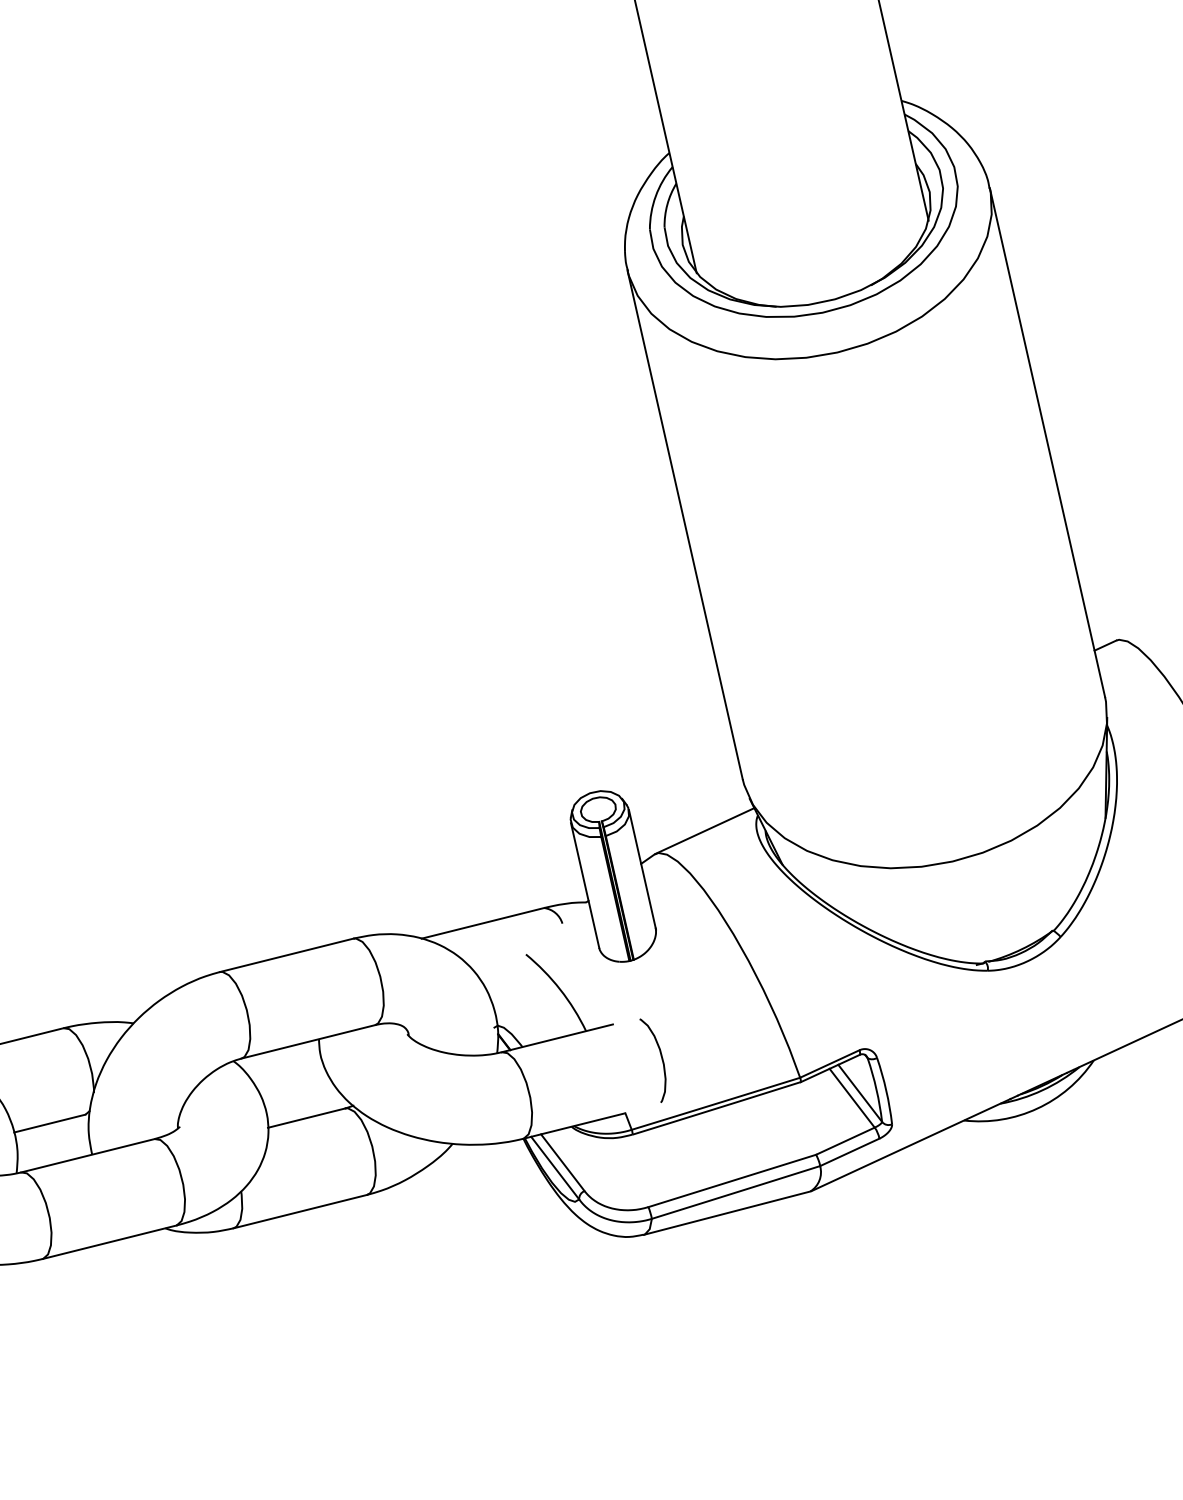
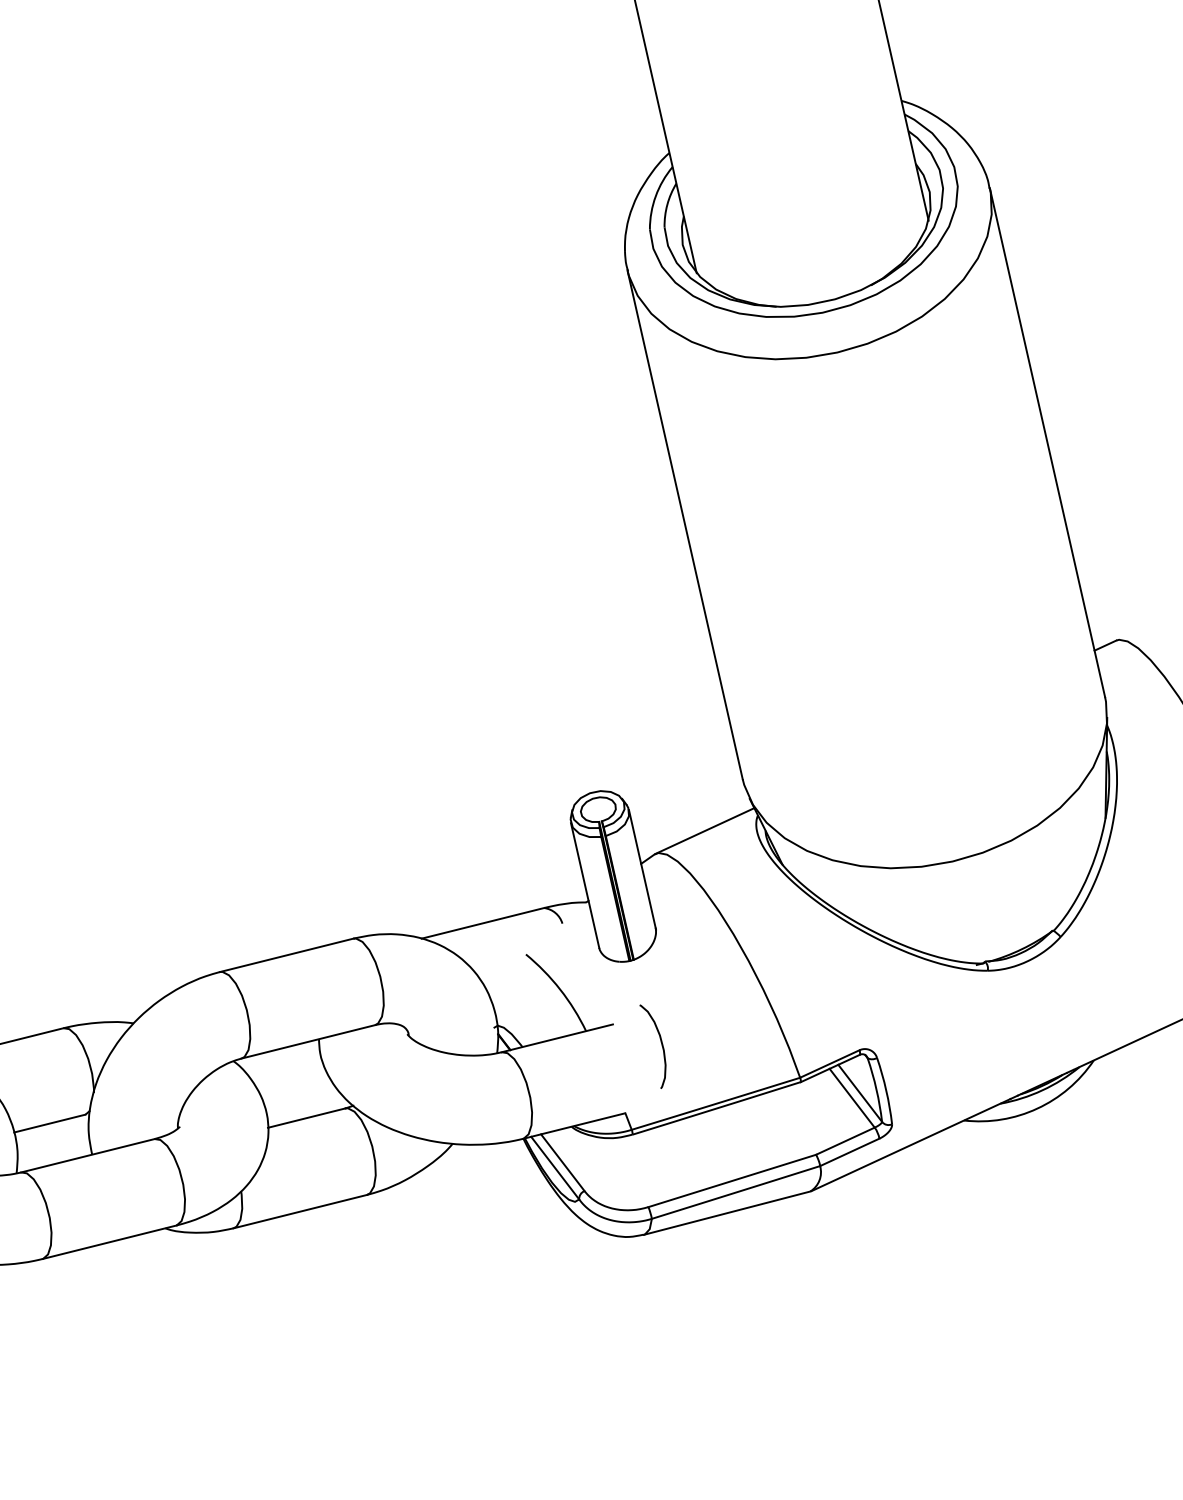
curve at (660, 1056) position: (660, 1056) -> (660, 1042)
